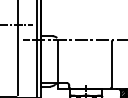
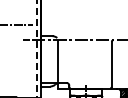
line at (17, 48): present -> none
line at (36, 49): solid -> dashed
